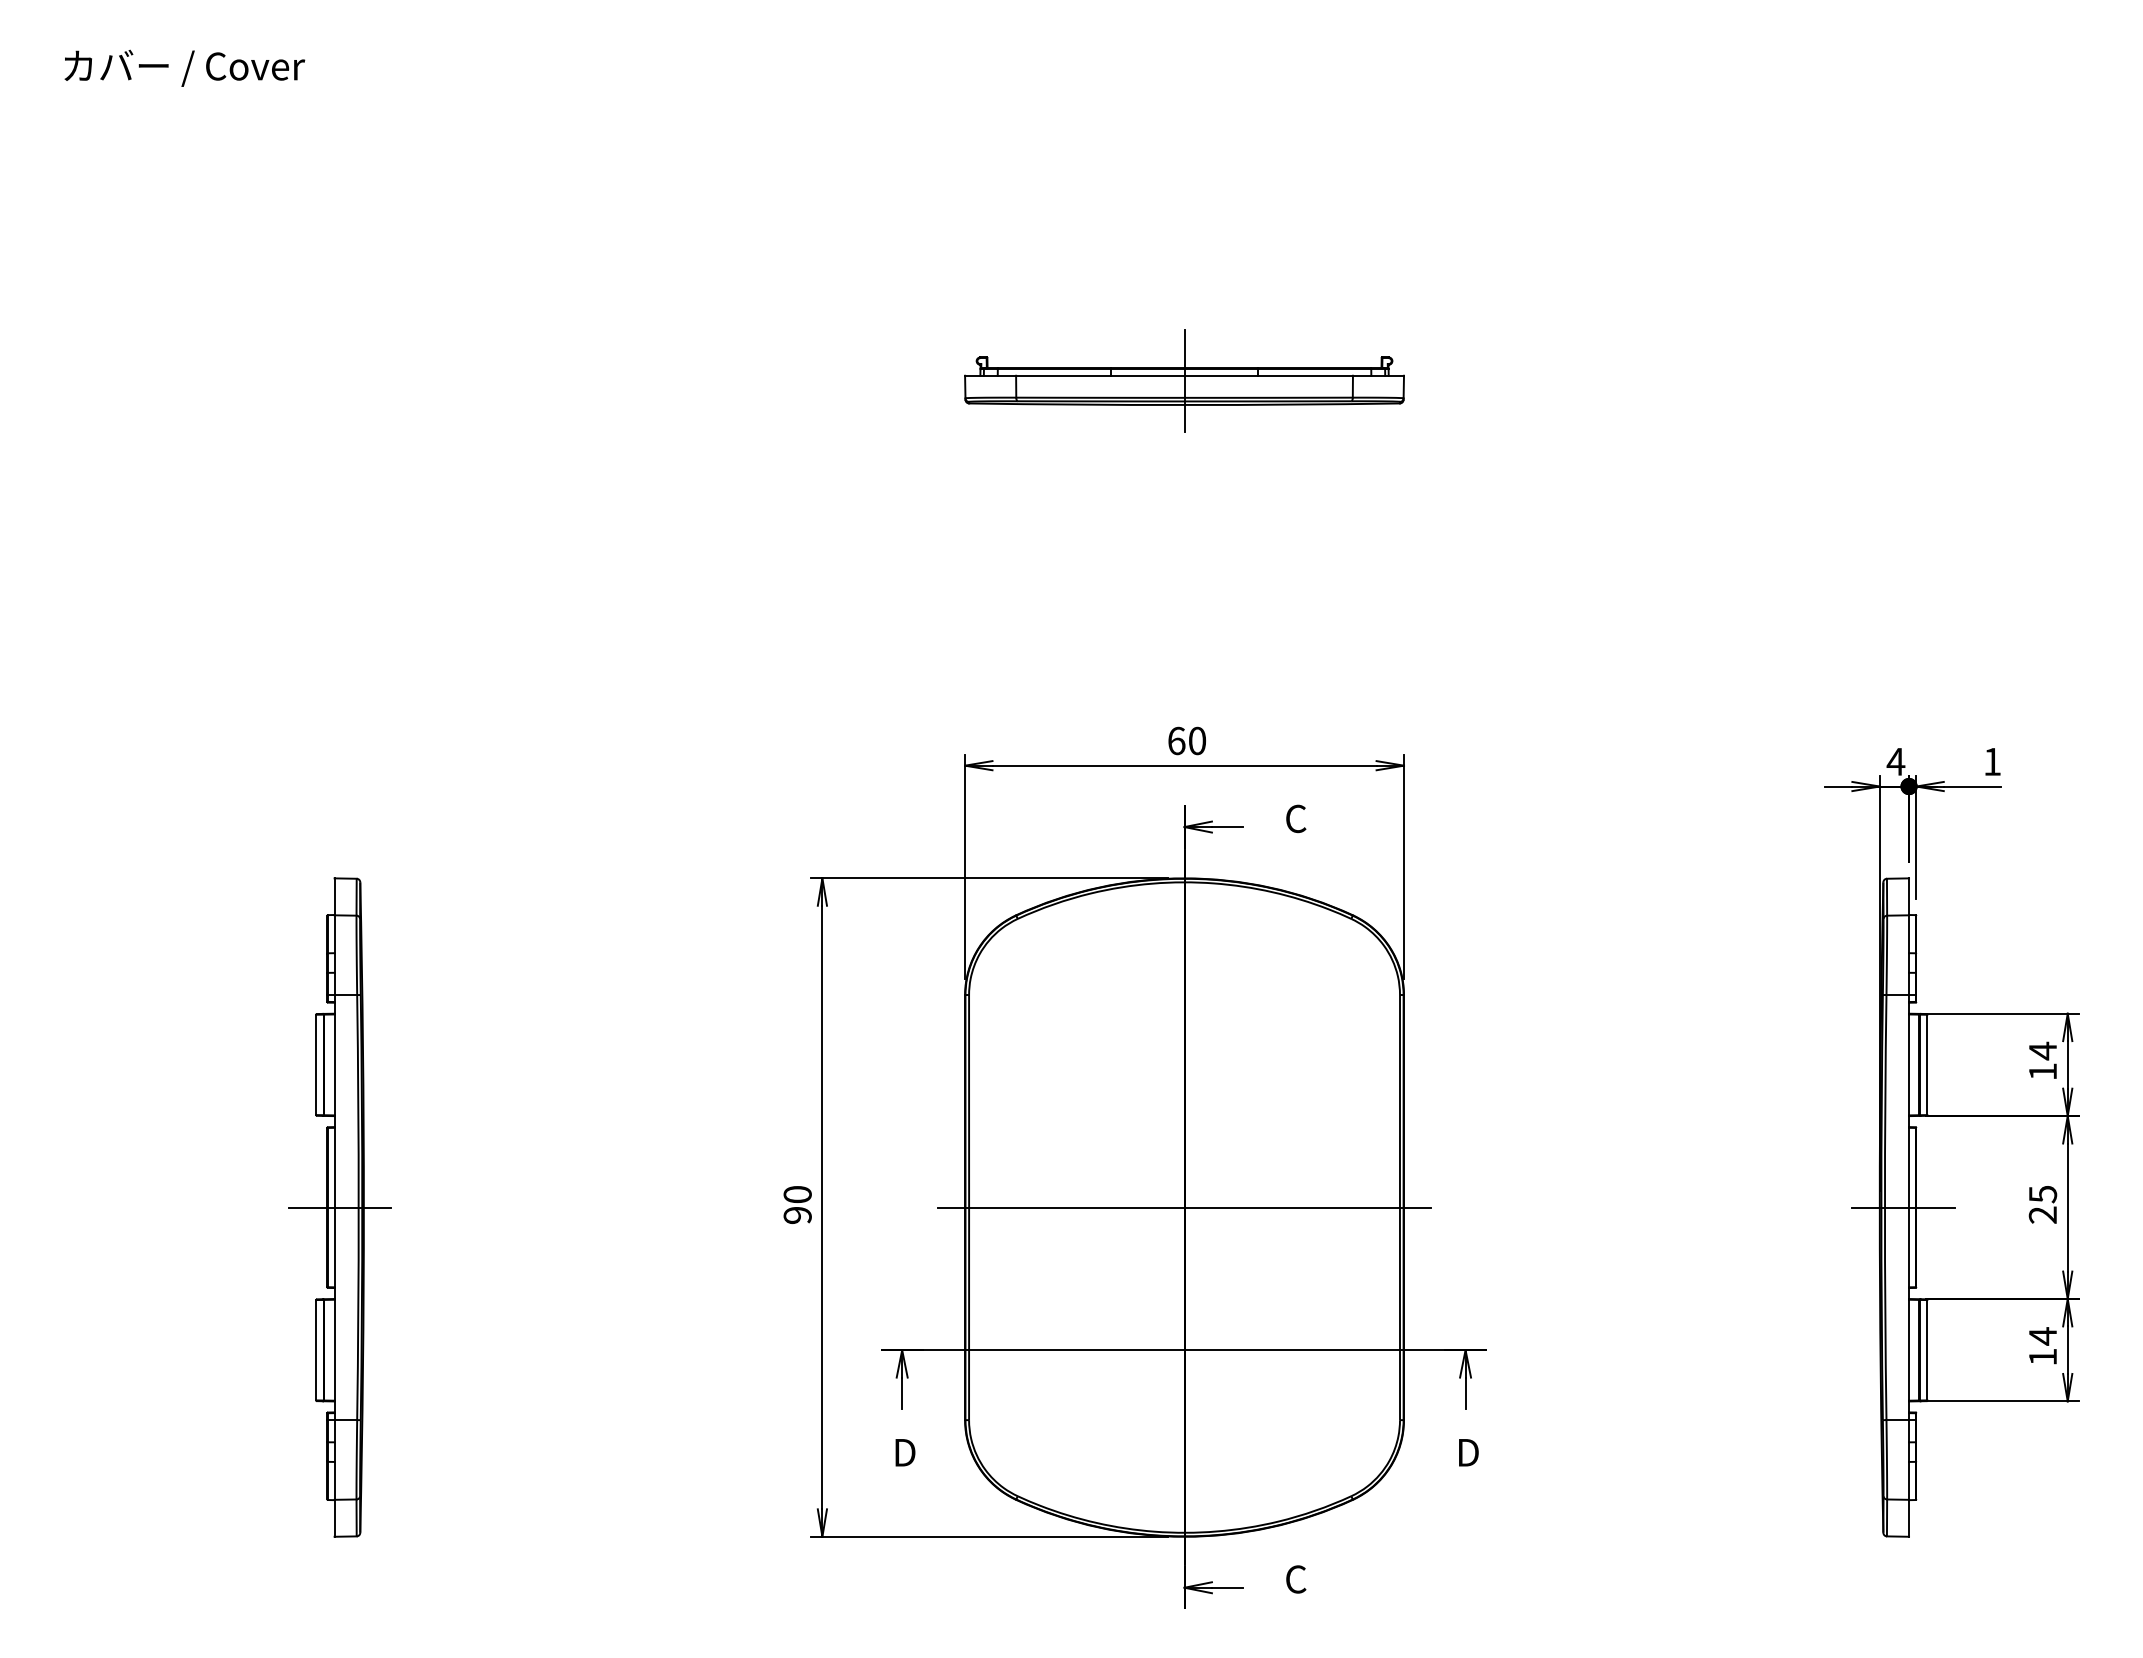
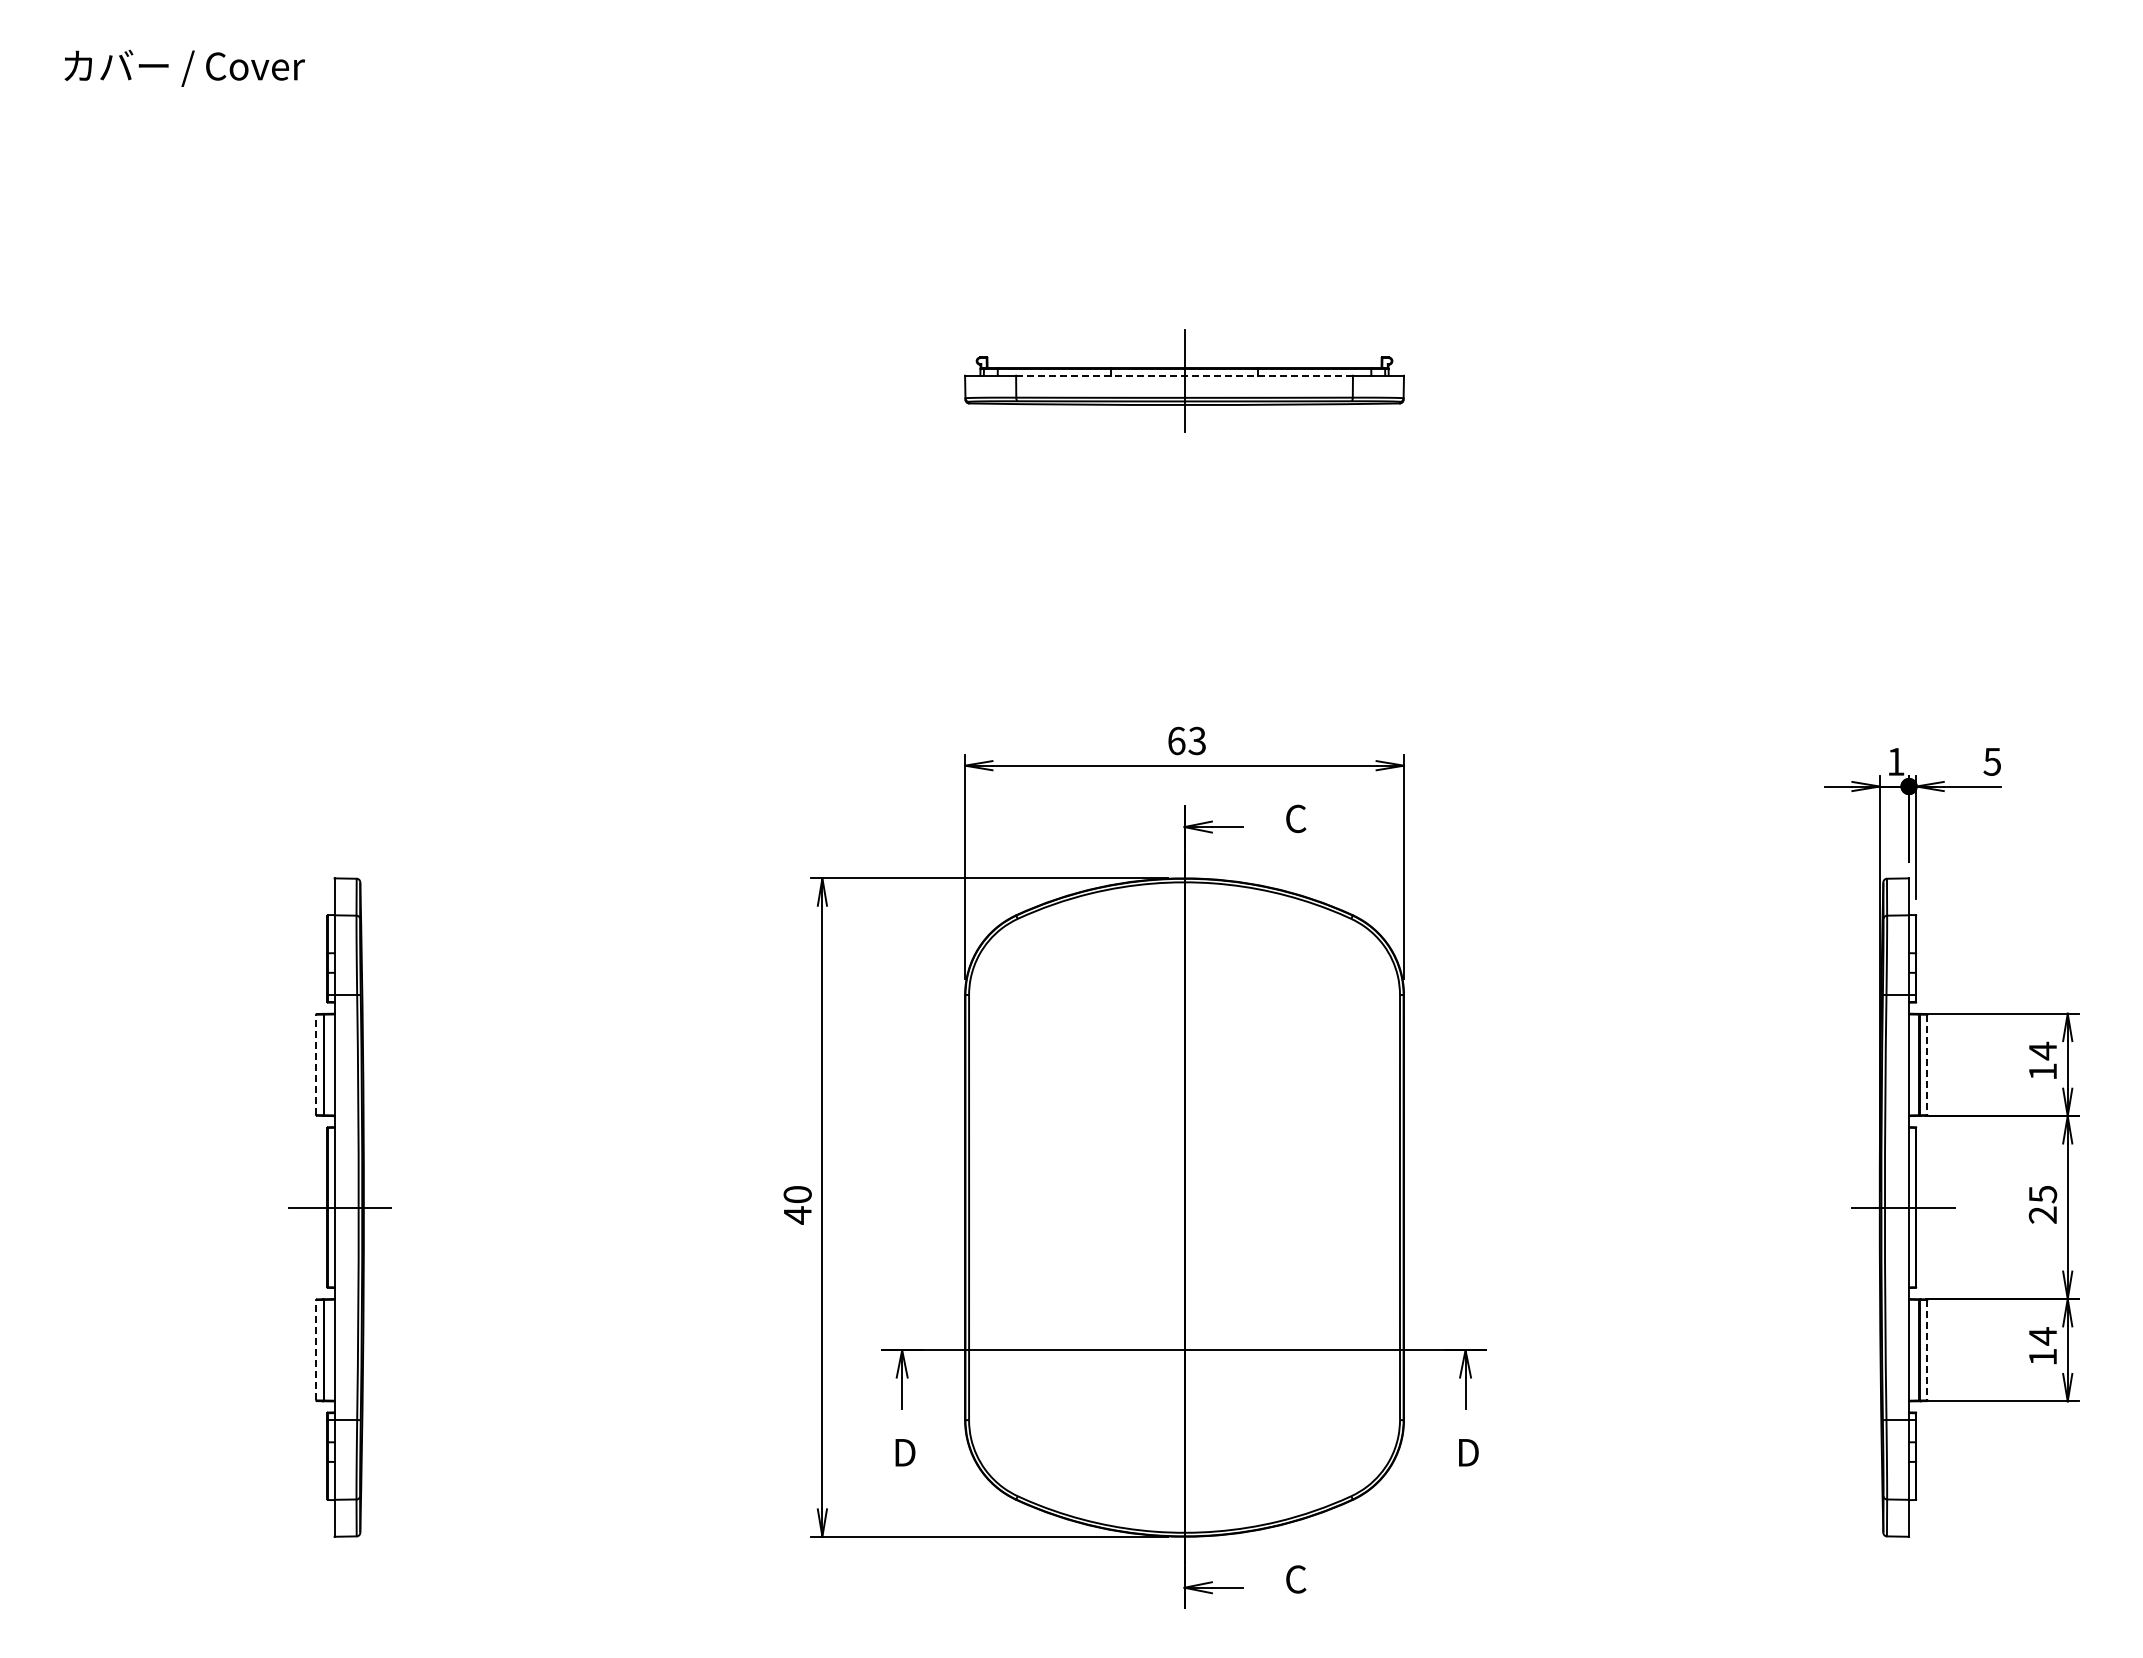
line at (1185, 375): solid -> dashed
text at (1196, 741): 60 -> 63
text at (1895, 761): 4 -> 1
text at (1991, 761): 1 -> 5
line at (316, 1064): solid -> dashed
line at (1927, 1065): solid -> dashed
line at (1184, 1207): present -> none
text at (797, 1215): 90 -> 40
line at (316, 1349): solid -> dashed
line at (1927, 1350): solid -> dashed
